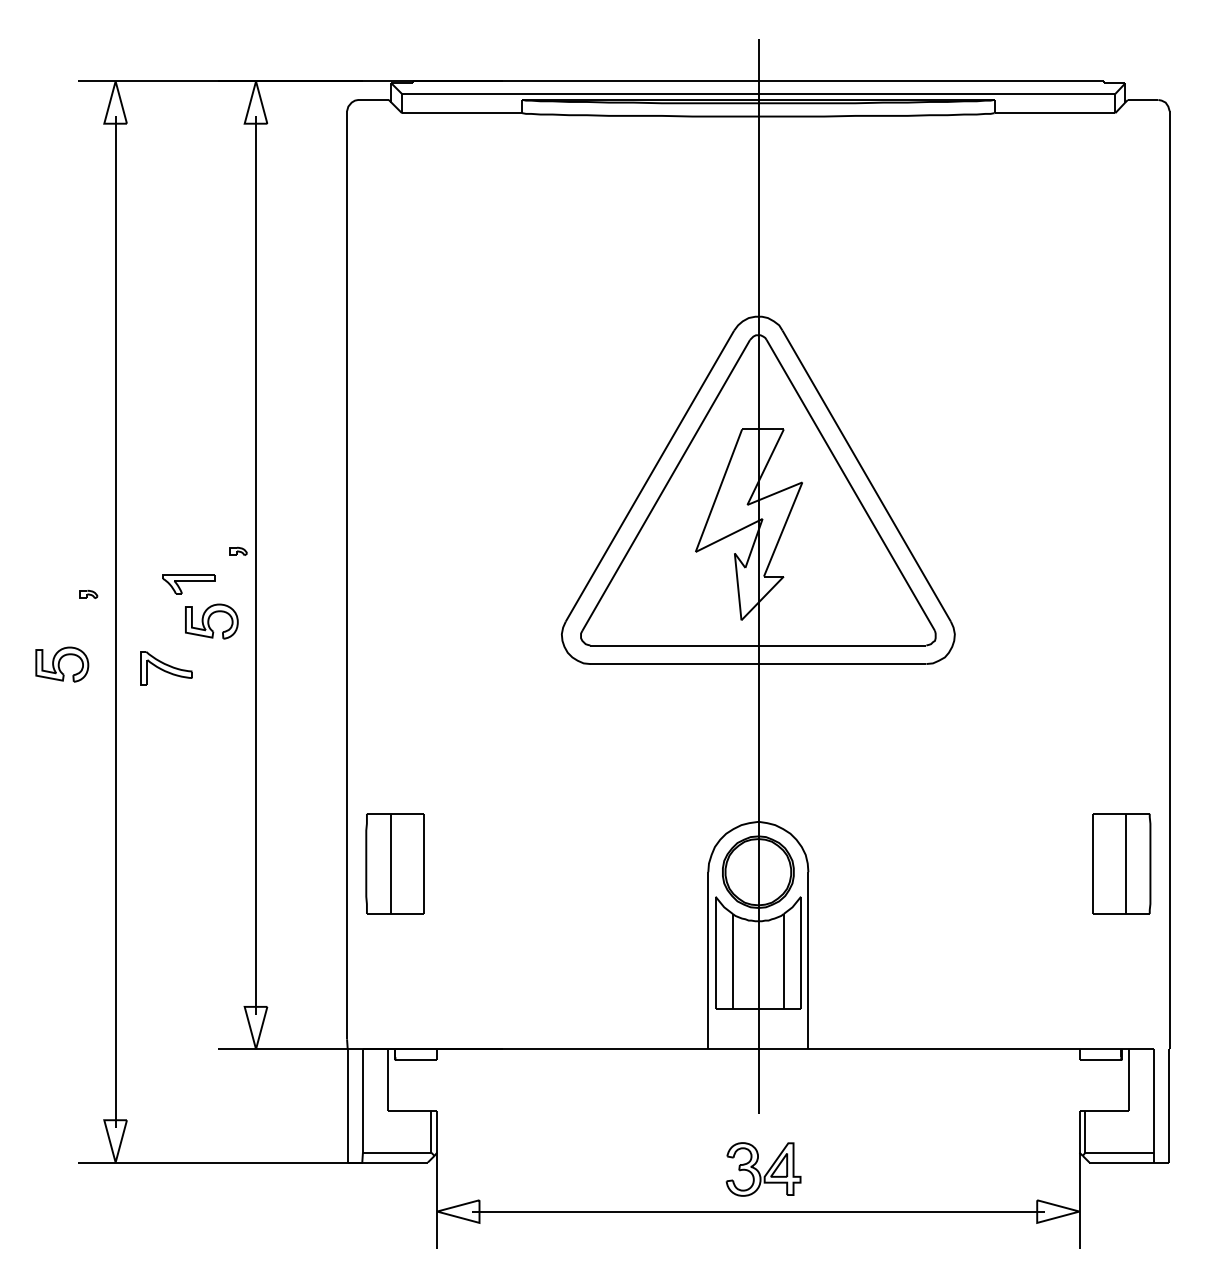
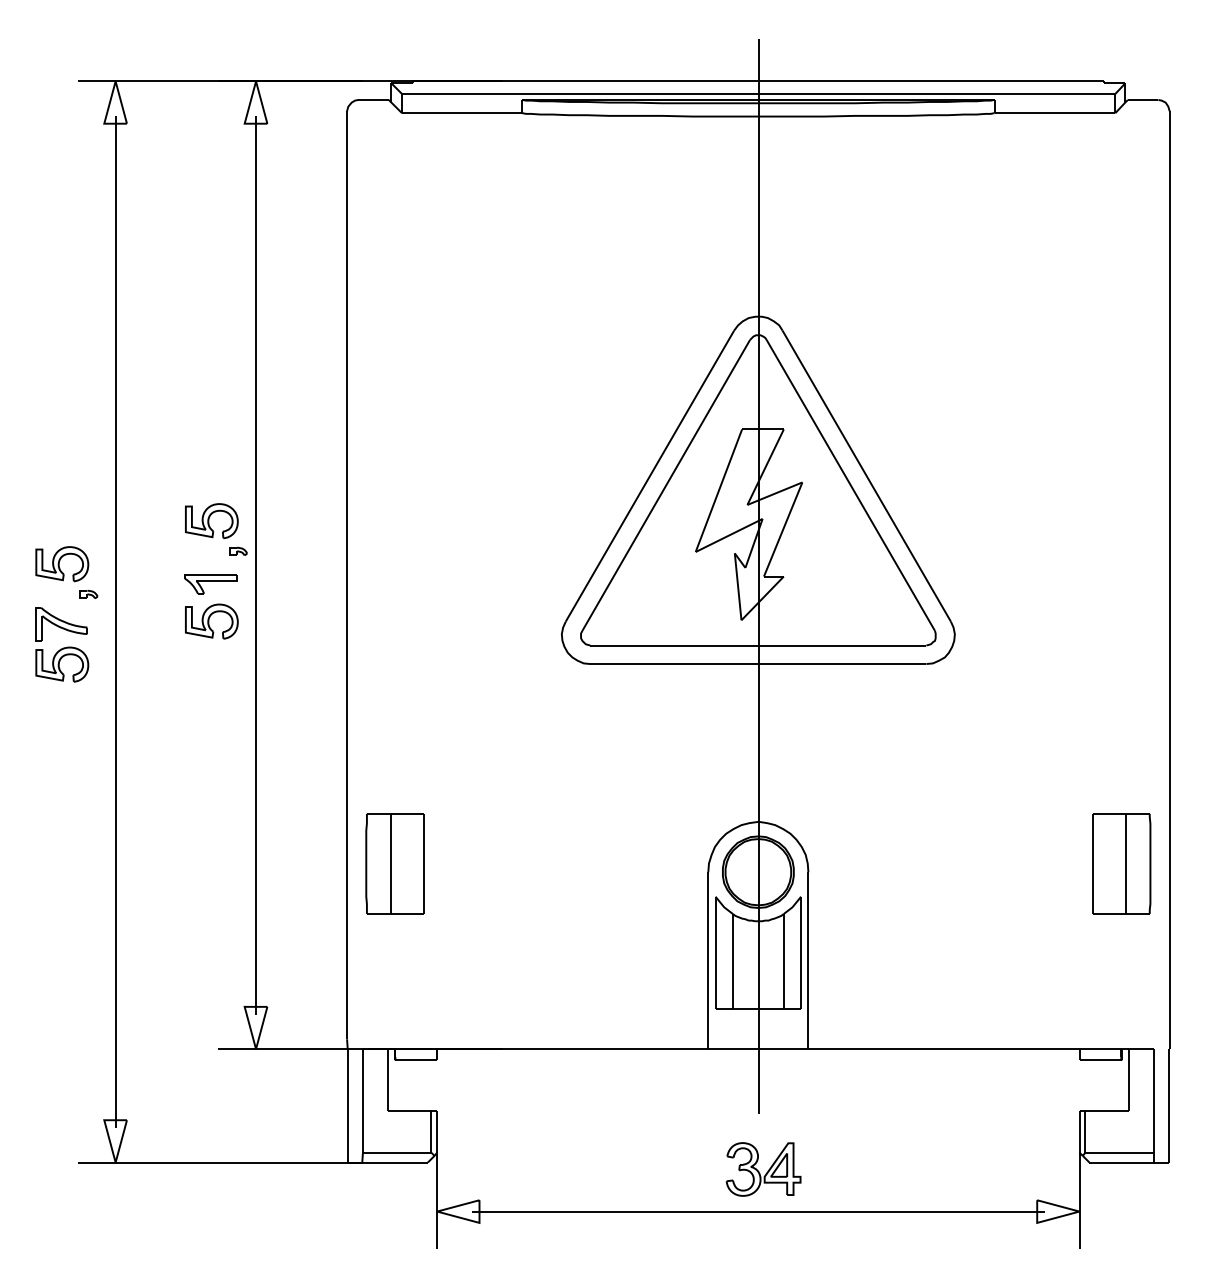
part at (211, 521): none -> present
part at (62, 564): none -> present
part at (188, 584) position: (188, 584) -> (210, 584)
part at (166, 668) position: (166, 668) -> (61, 624)
